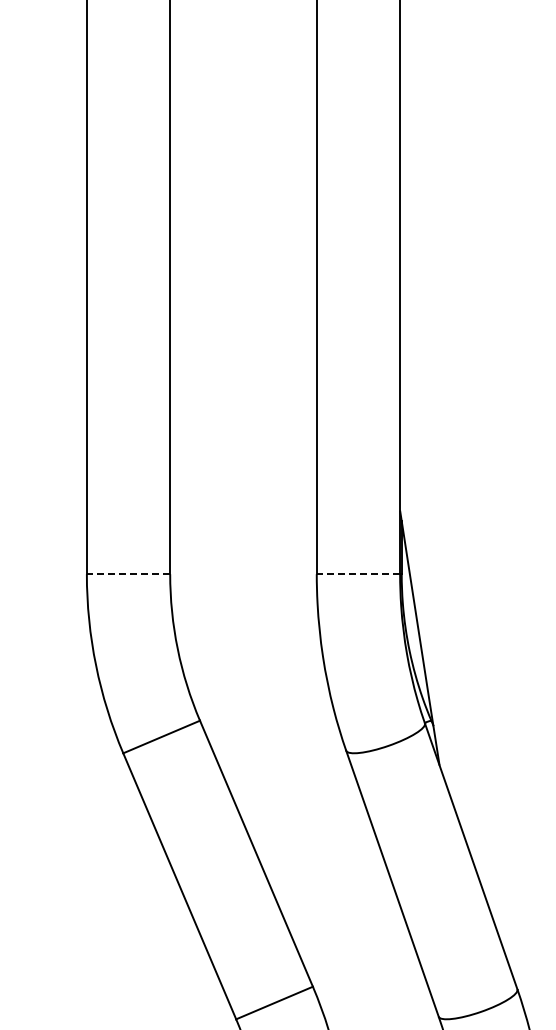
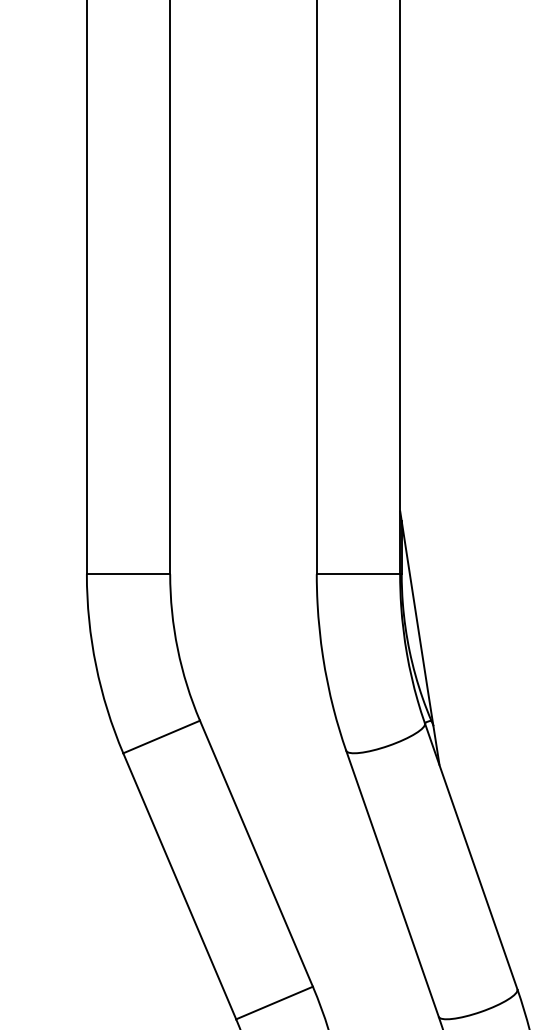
line at (128, 574): dashed -> solid
line at (358, 574): dashed -> solid
